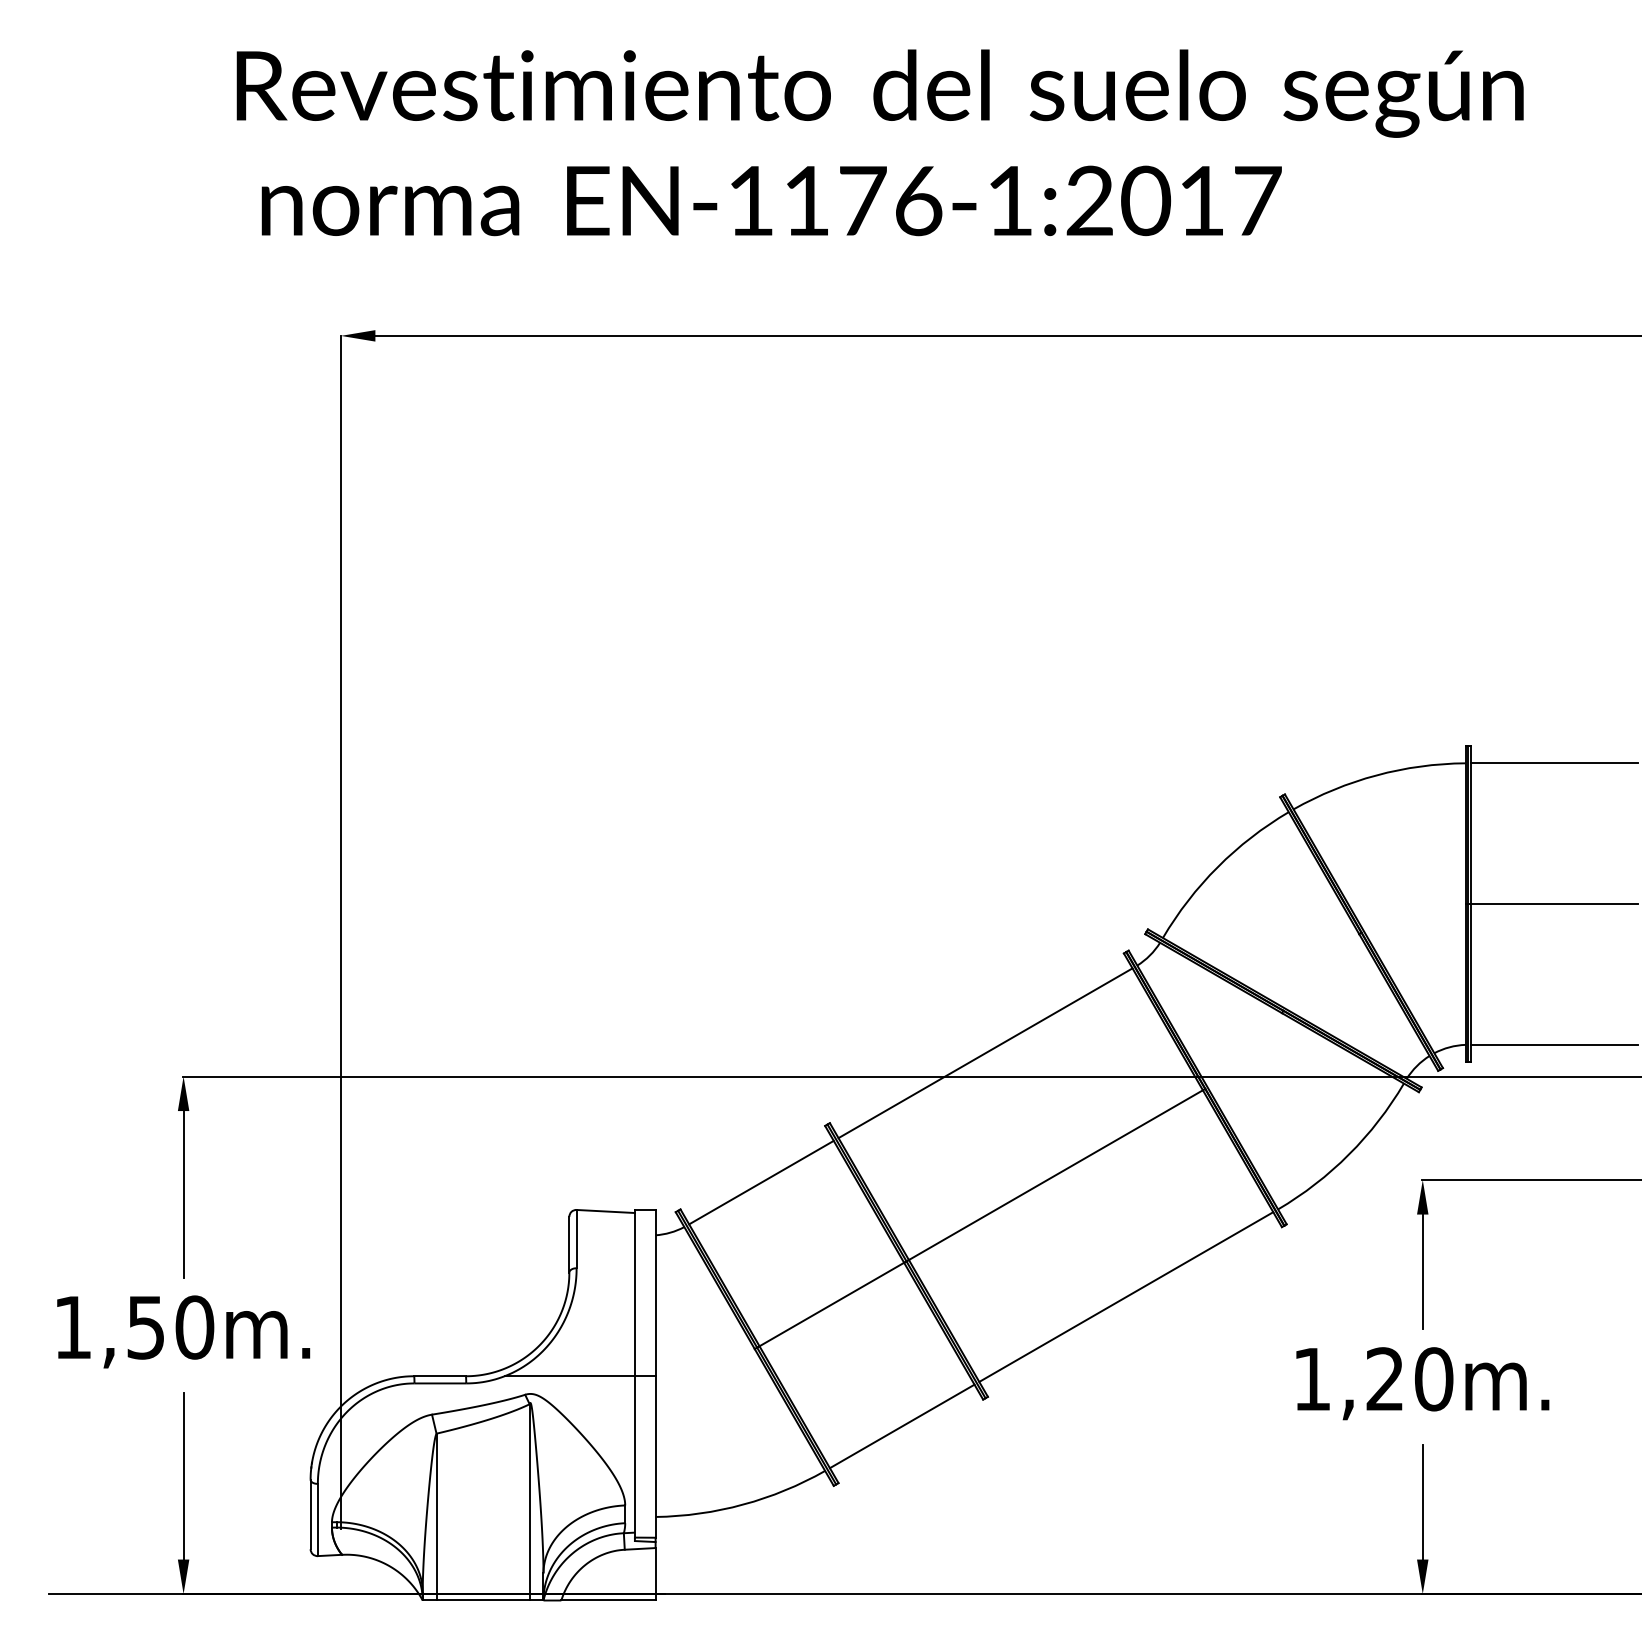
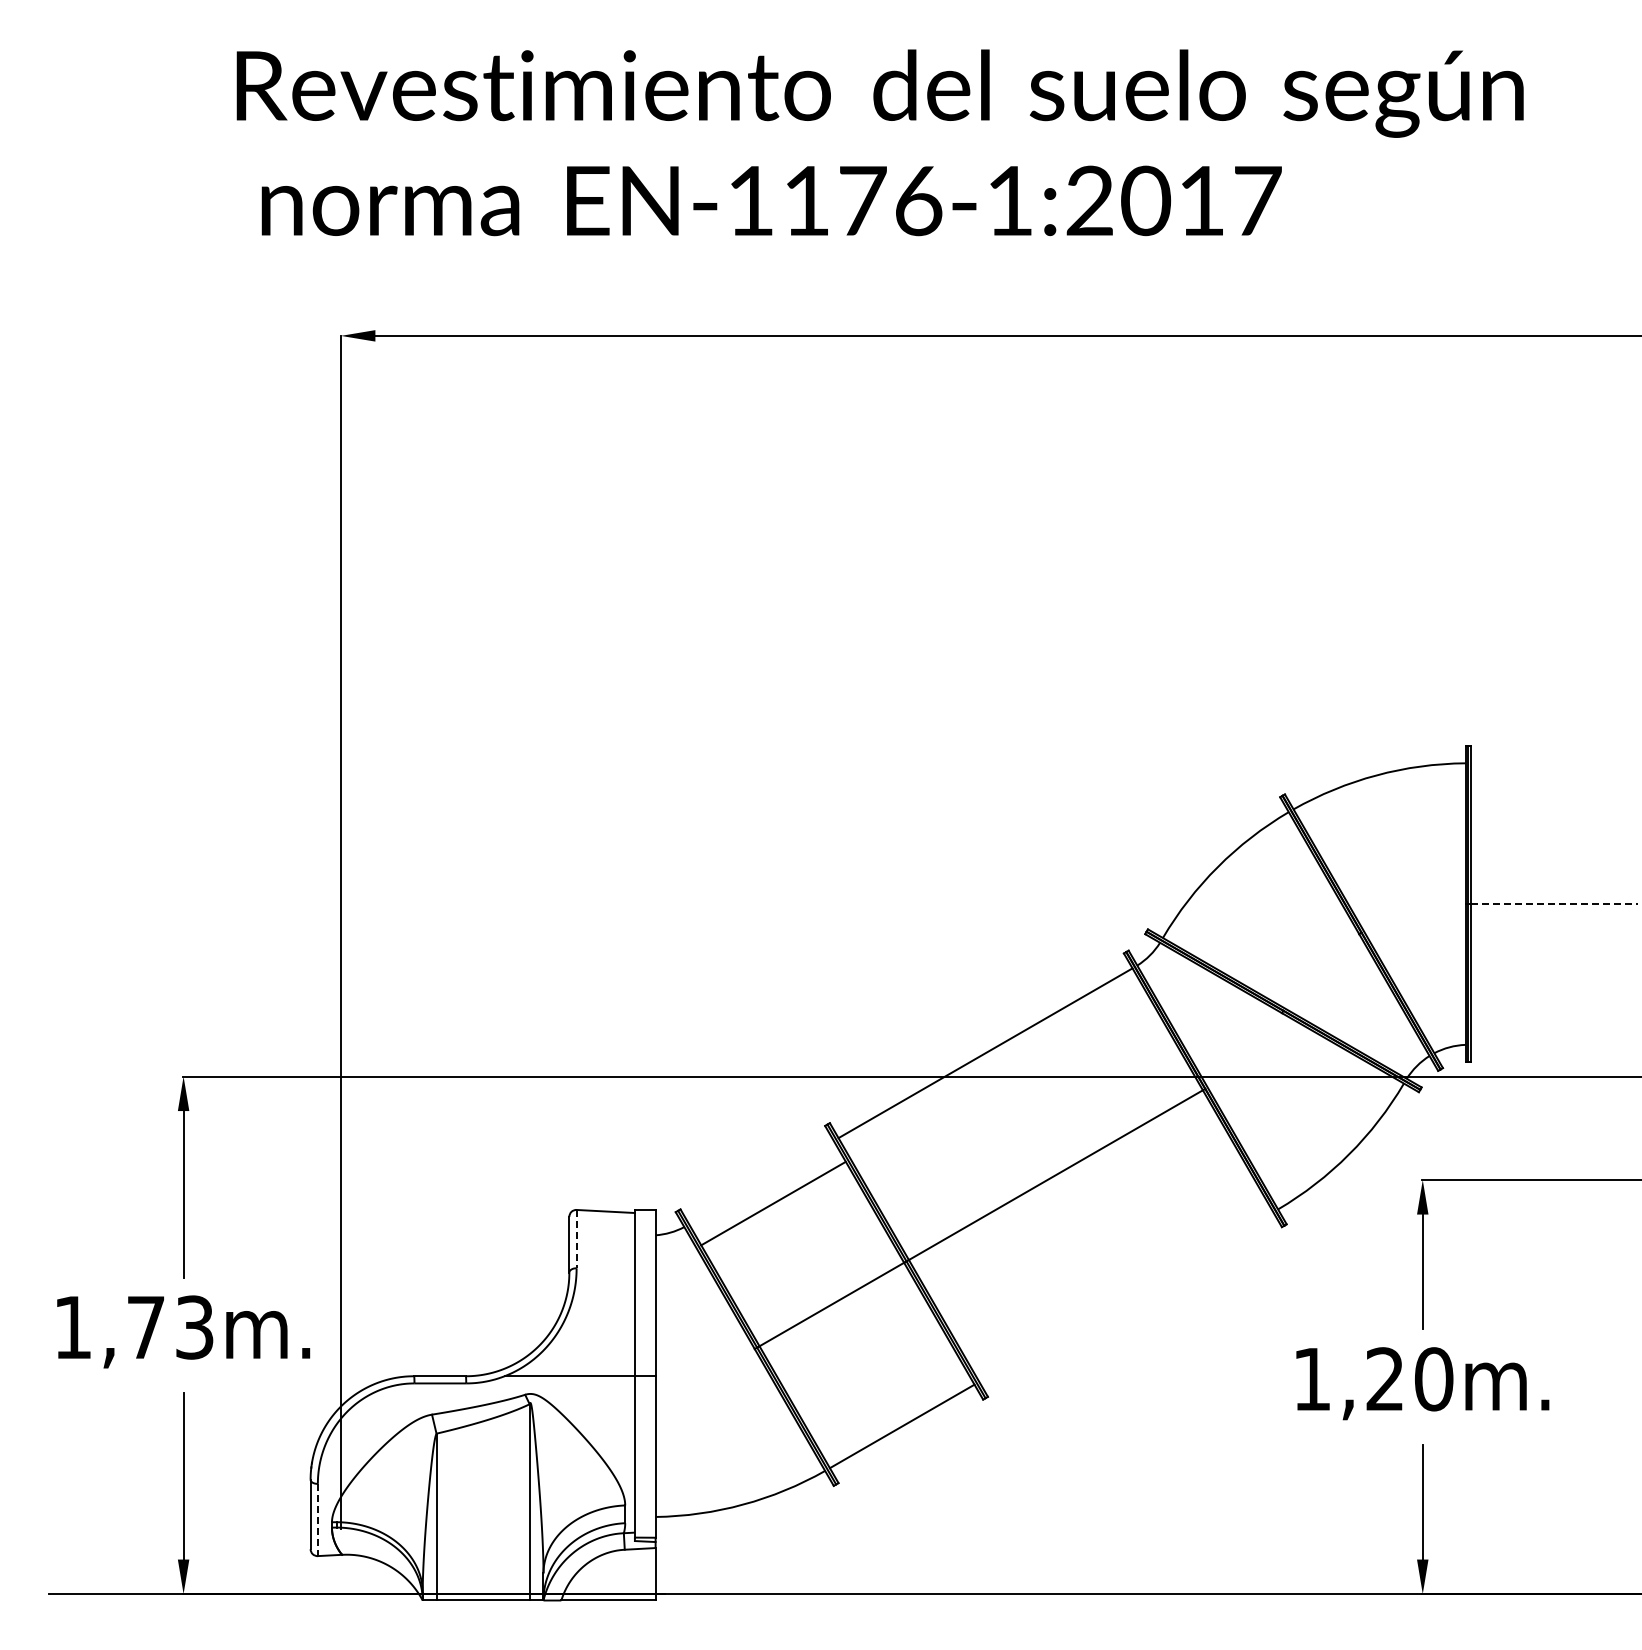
line at (1554, 763): present -> none
line at (1555, 904): solid -> dashed
line at (1554, 1044): present -> none
line at (761, 1182) position: (761, 1182) -> (773, 1203)
line at (576, 1239): solid -> dashed
line at (1126, 1296): present -> none
text at (170, 1327): 1,50m. -> 1,73m.
line at (317, 1520): solid -> dashed
